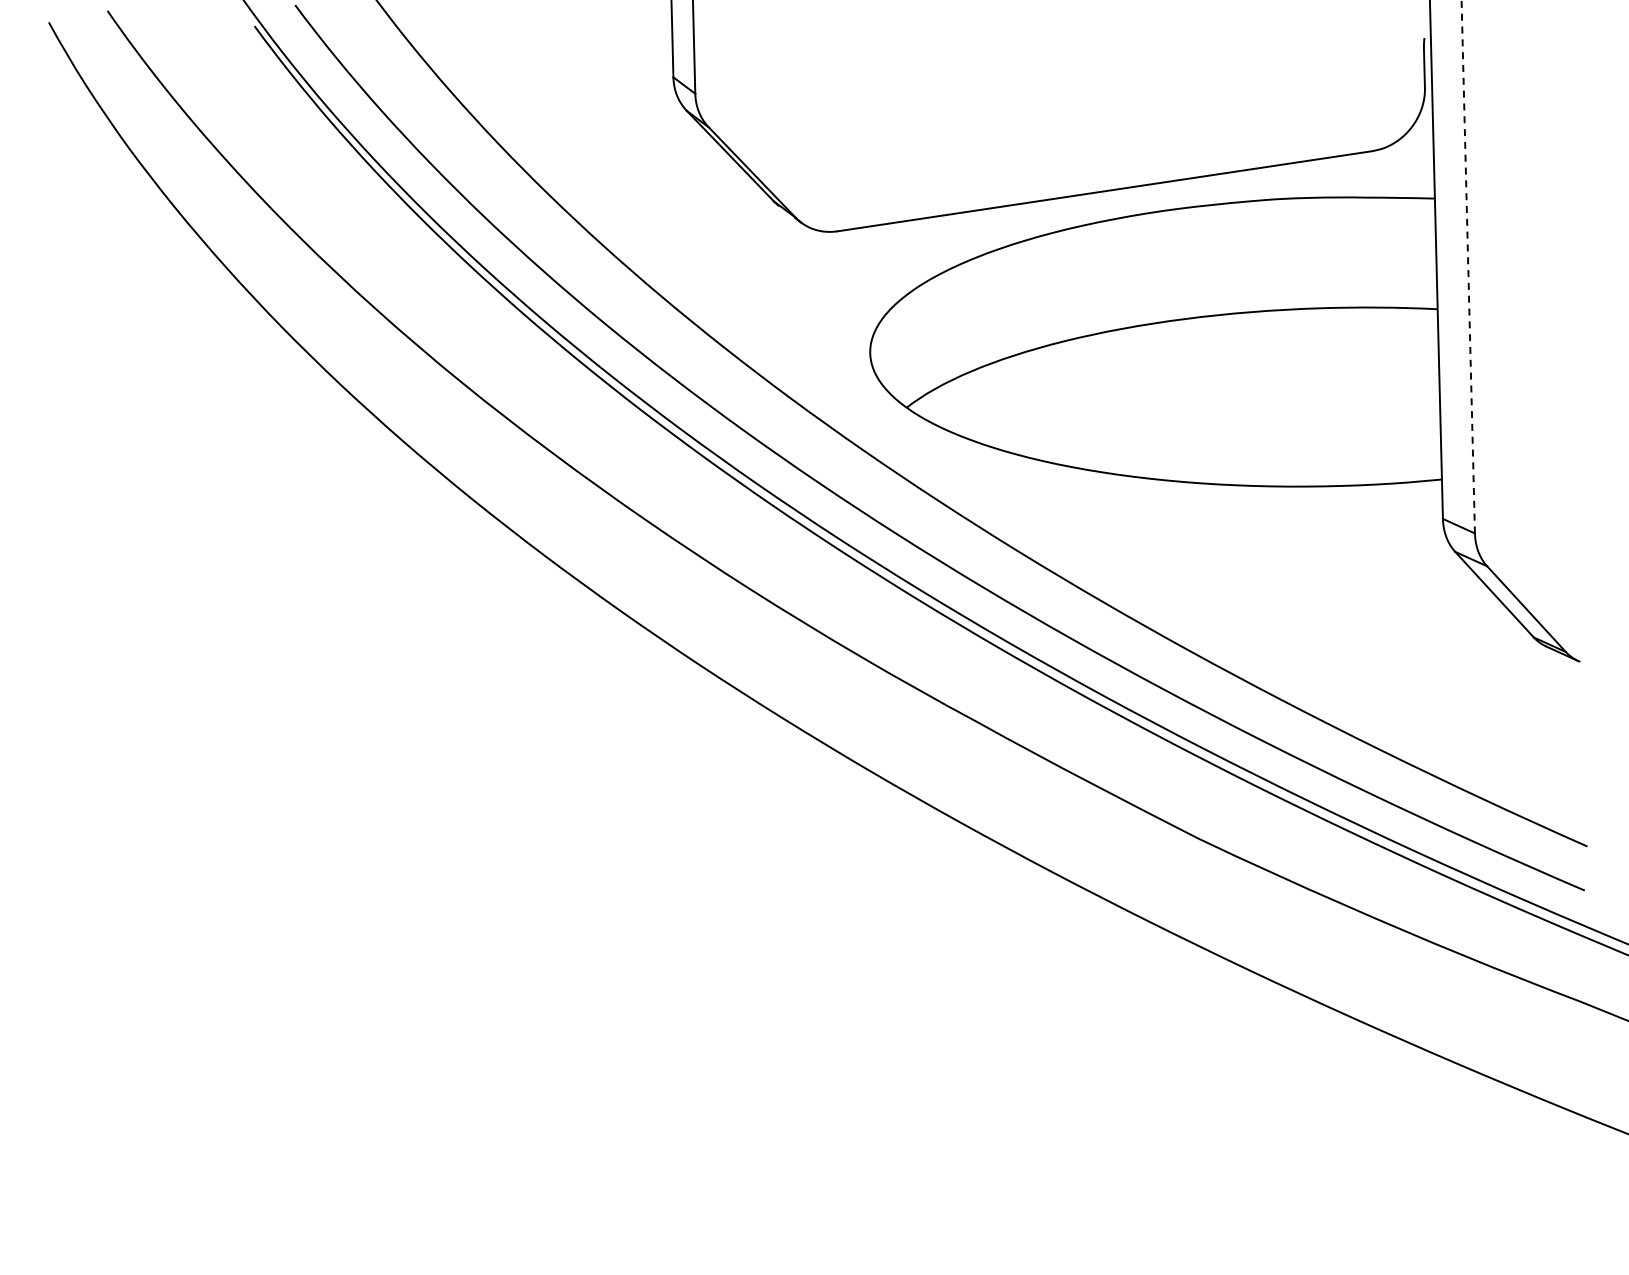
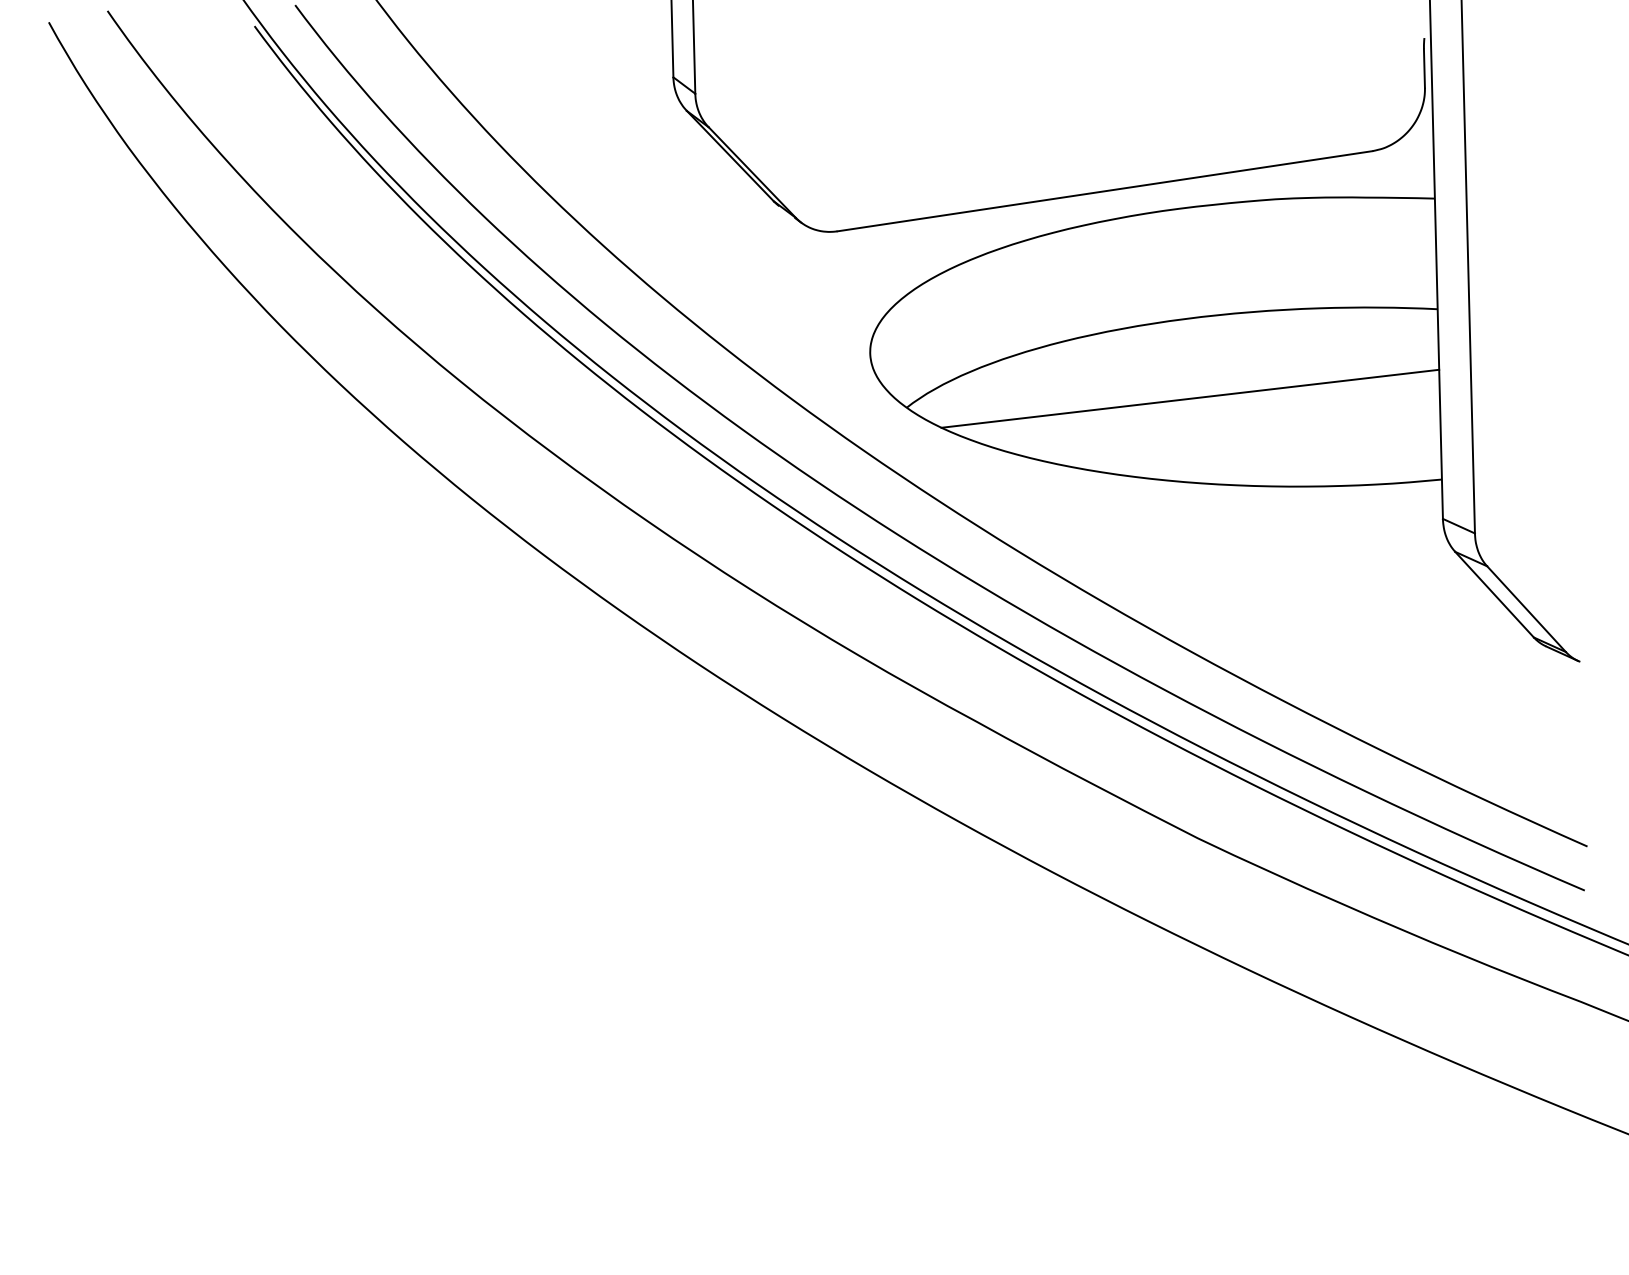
line at (1468, 266): dashed -> solid
line at (1190, 398): none -> present
